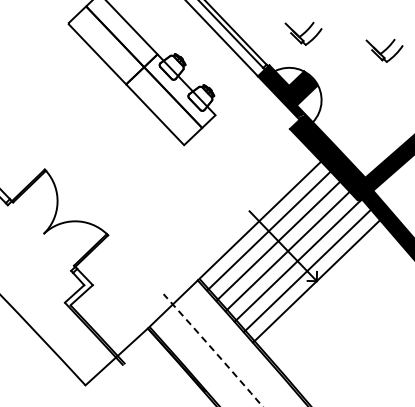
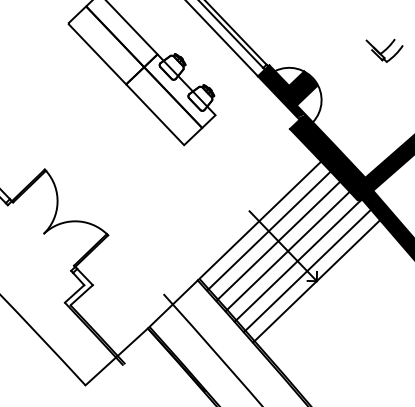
part at (303, 33): present -> none
arc at (213, 350): dashed -> solid
